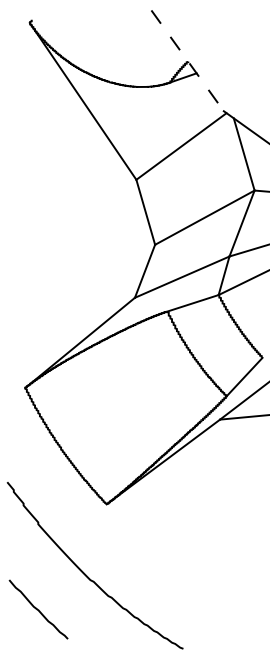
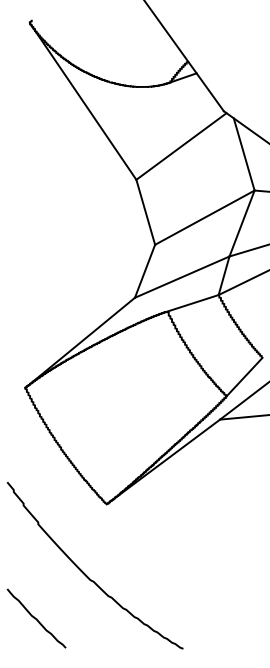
line at (184, 56): dashed -> solid
curve at (38, 609) position: (38, 609) -> (36, 618)
